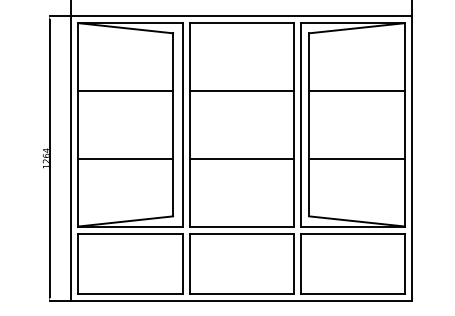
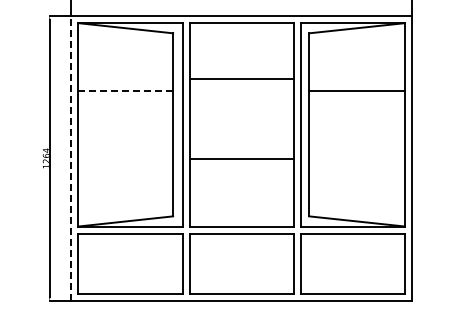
line at (126, 91): solid -> dashed
line at (241, 91) position: (241, 91) -> (241, 79)
line at (71, 158): solid -> dashed
line at (125, 158): present -> none
line at (356, 158): present -> none
